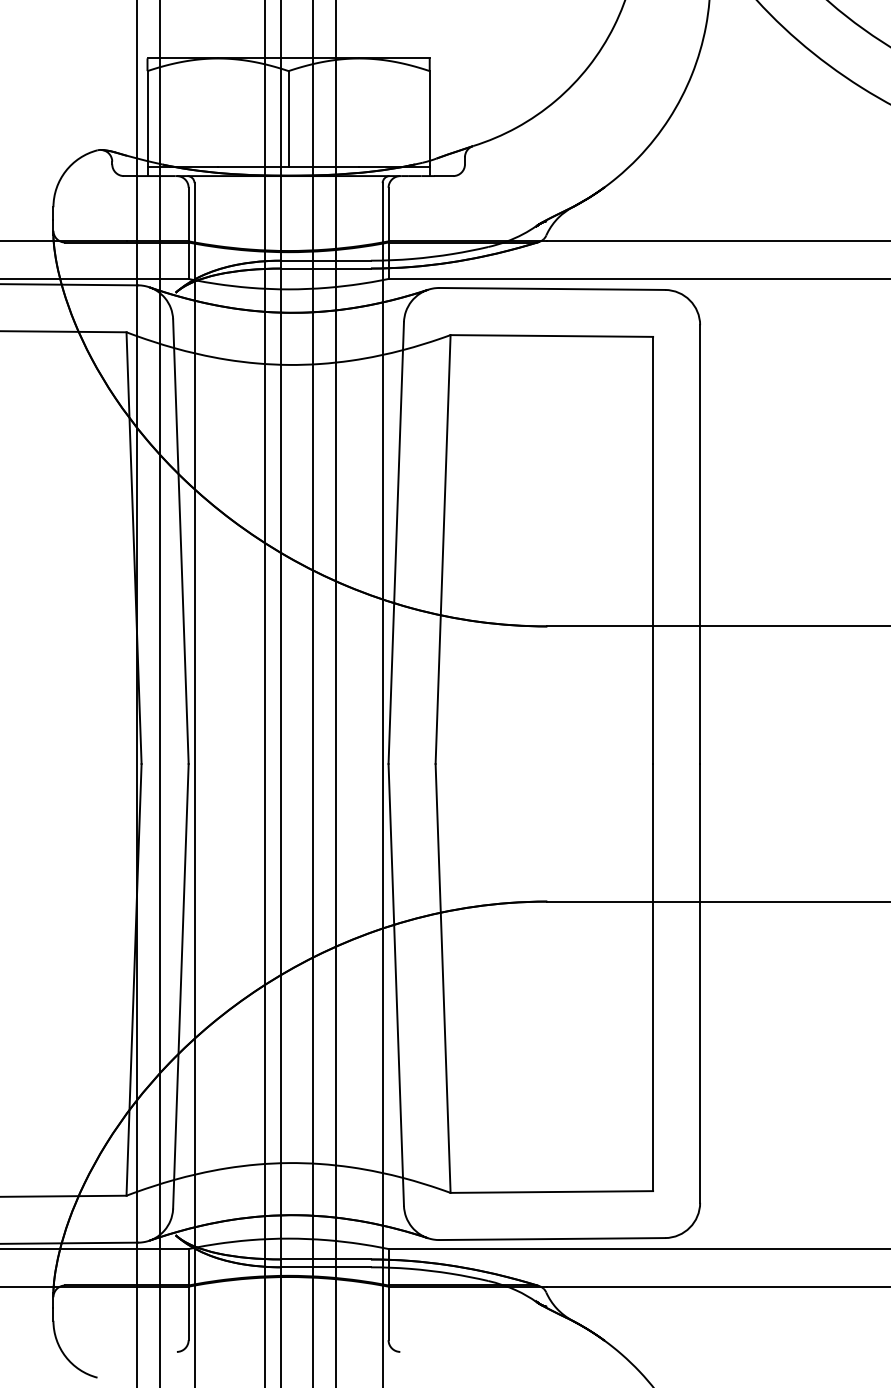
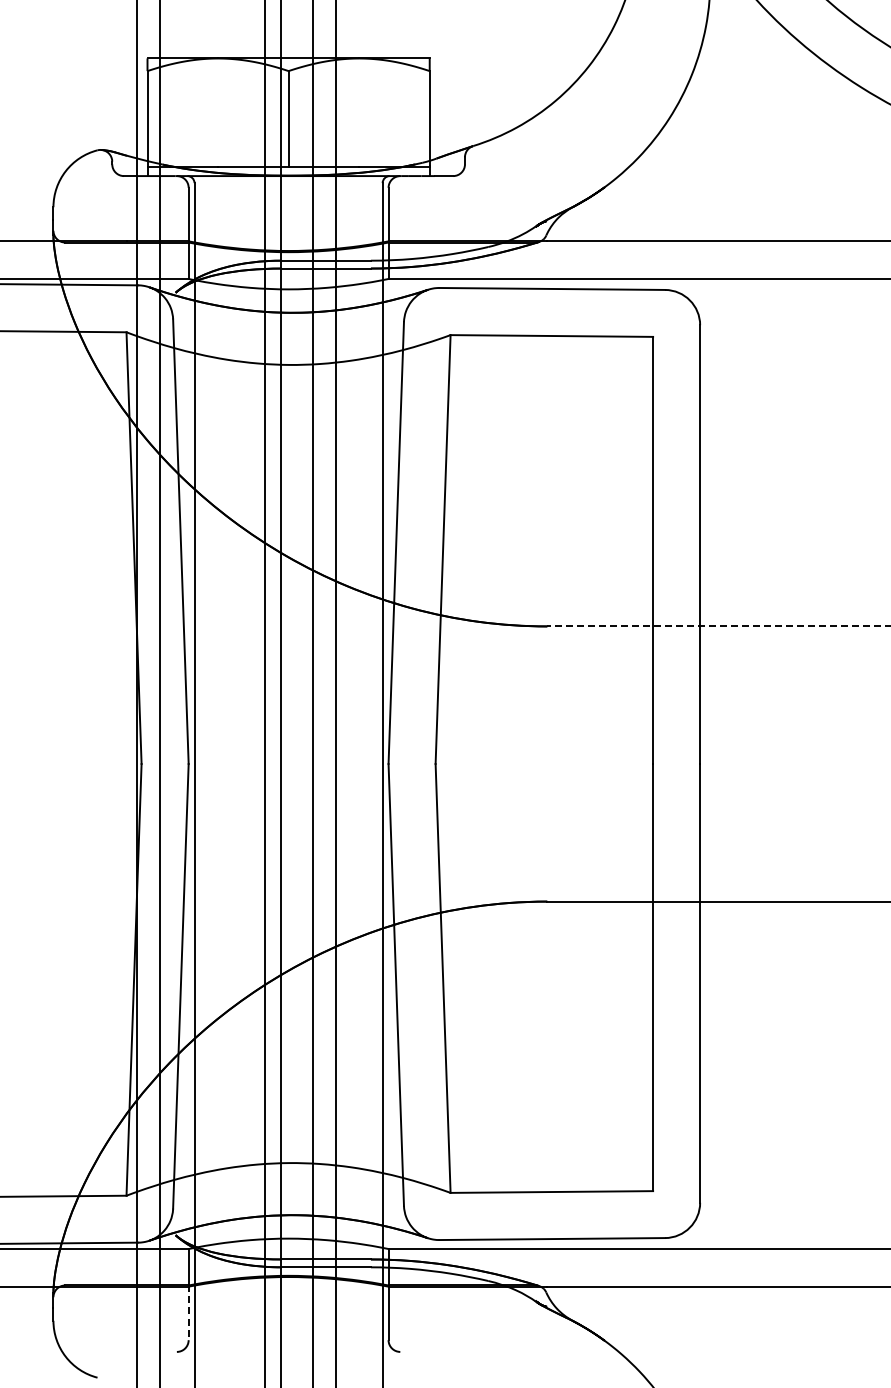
line at (718, 626): solid -> dashed
line at (188, 1313): solid -> dashed
